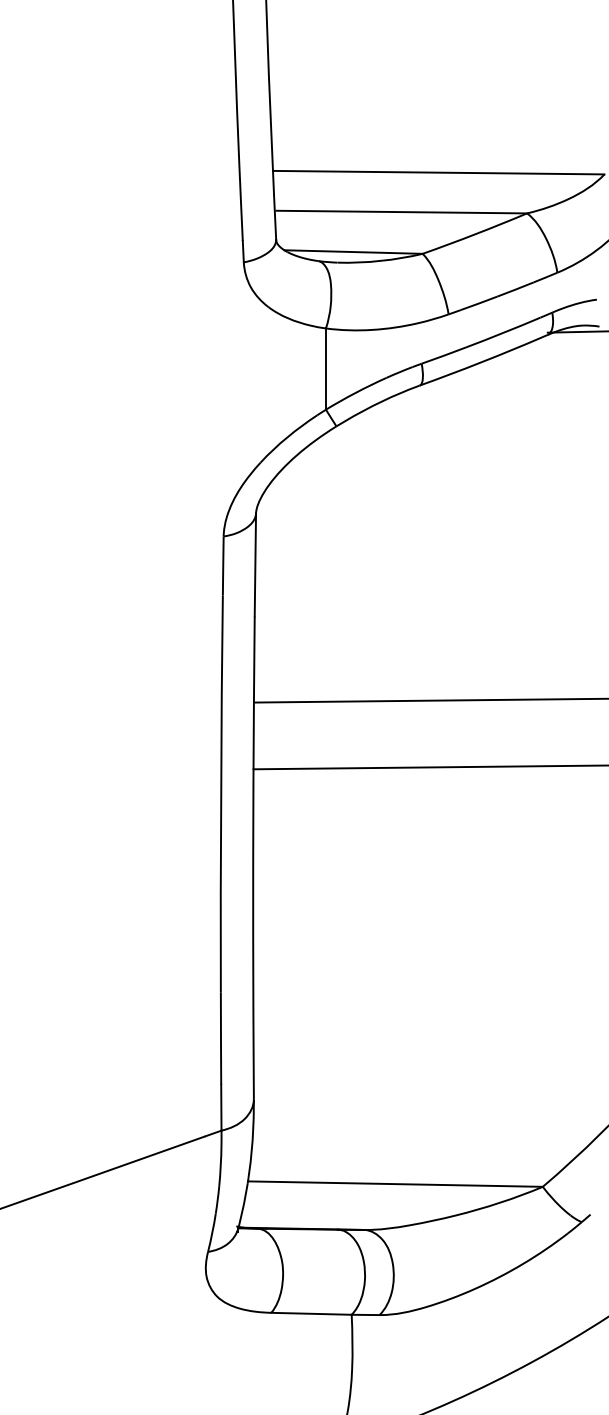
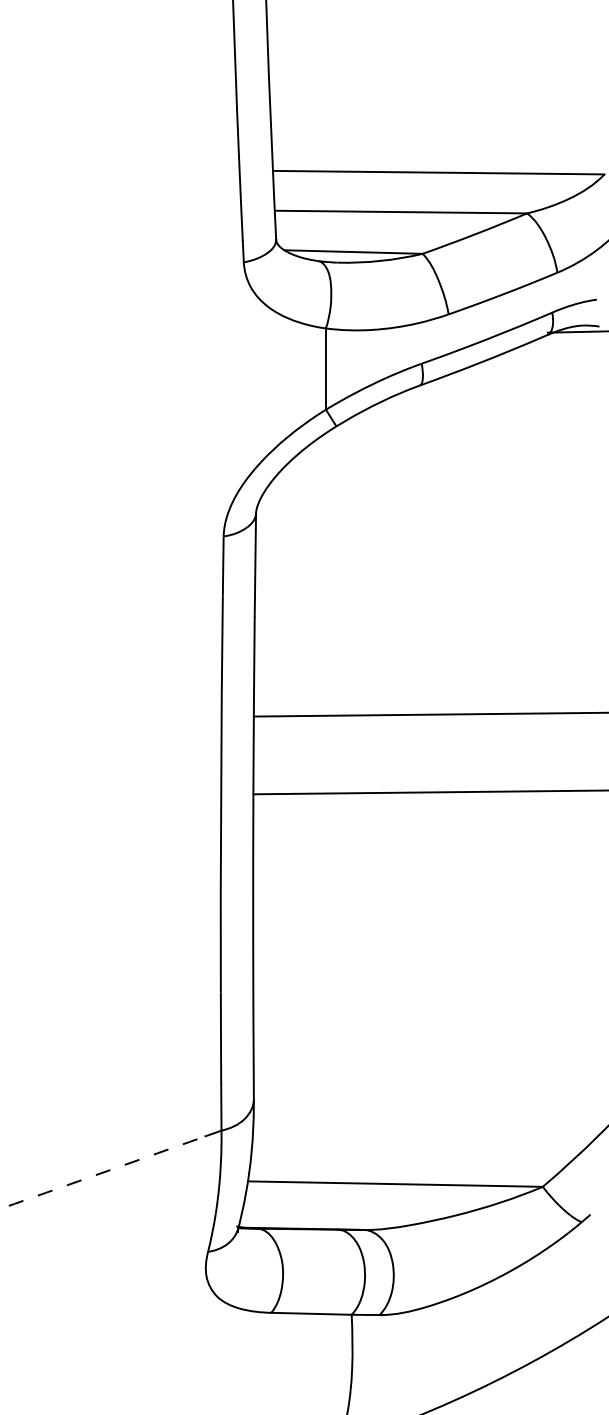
line at (429, 700) position: (429, 700) -> (429, 714)
line at (429, 767) position: (429, 767) -> (429, 792)
arc at (102, 1172): solid -> dashed
